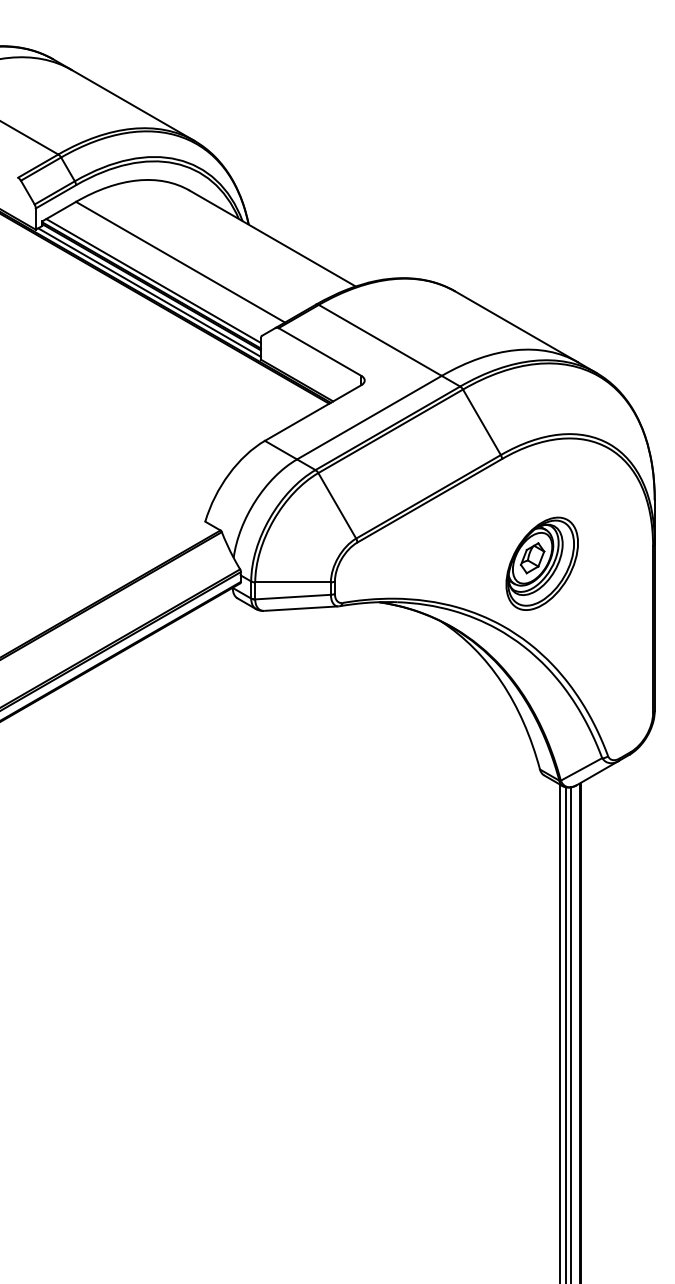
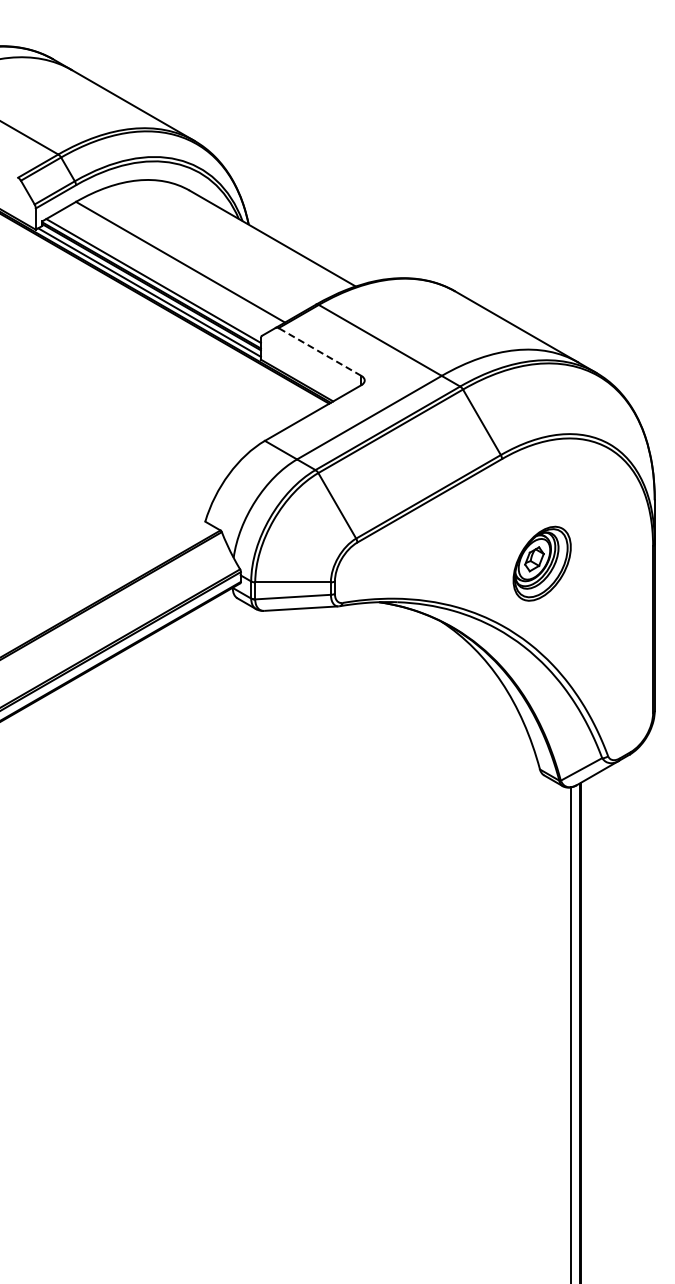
line at (320, 352): solid -> dashed
part at (541, 563) size: 74x95 px -> 60x77 px
line at (559, 1032): present -> none
line at (566, 1033): present -> none
